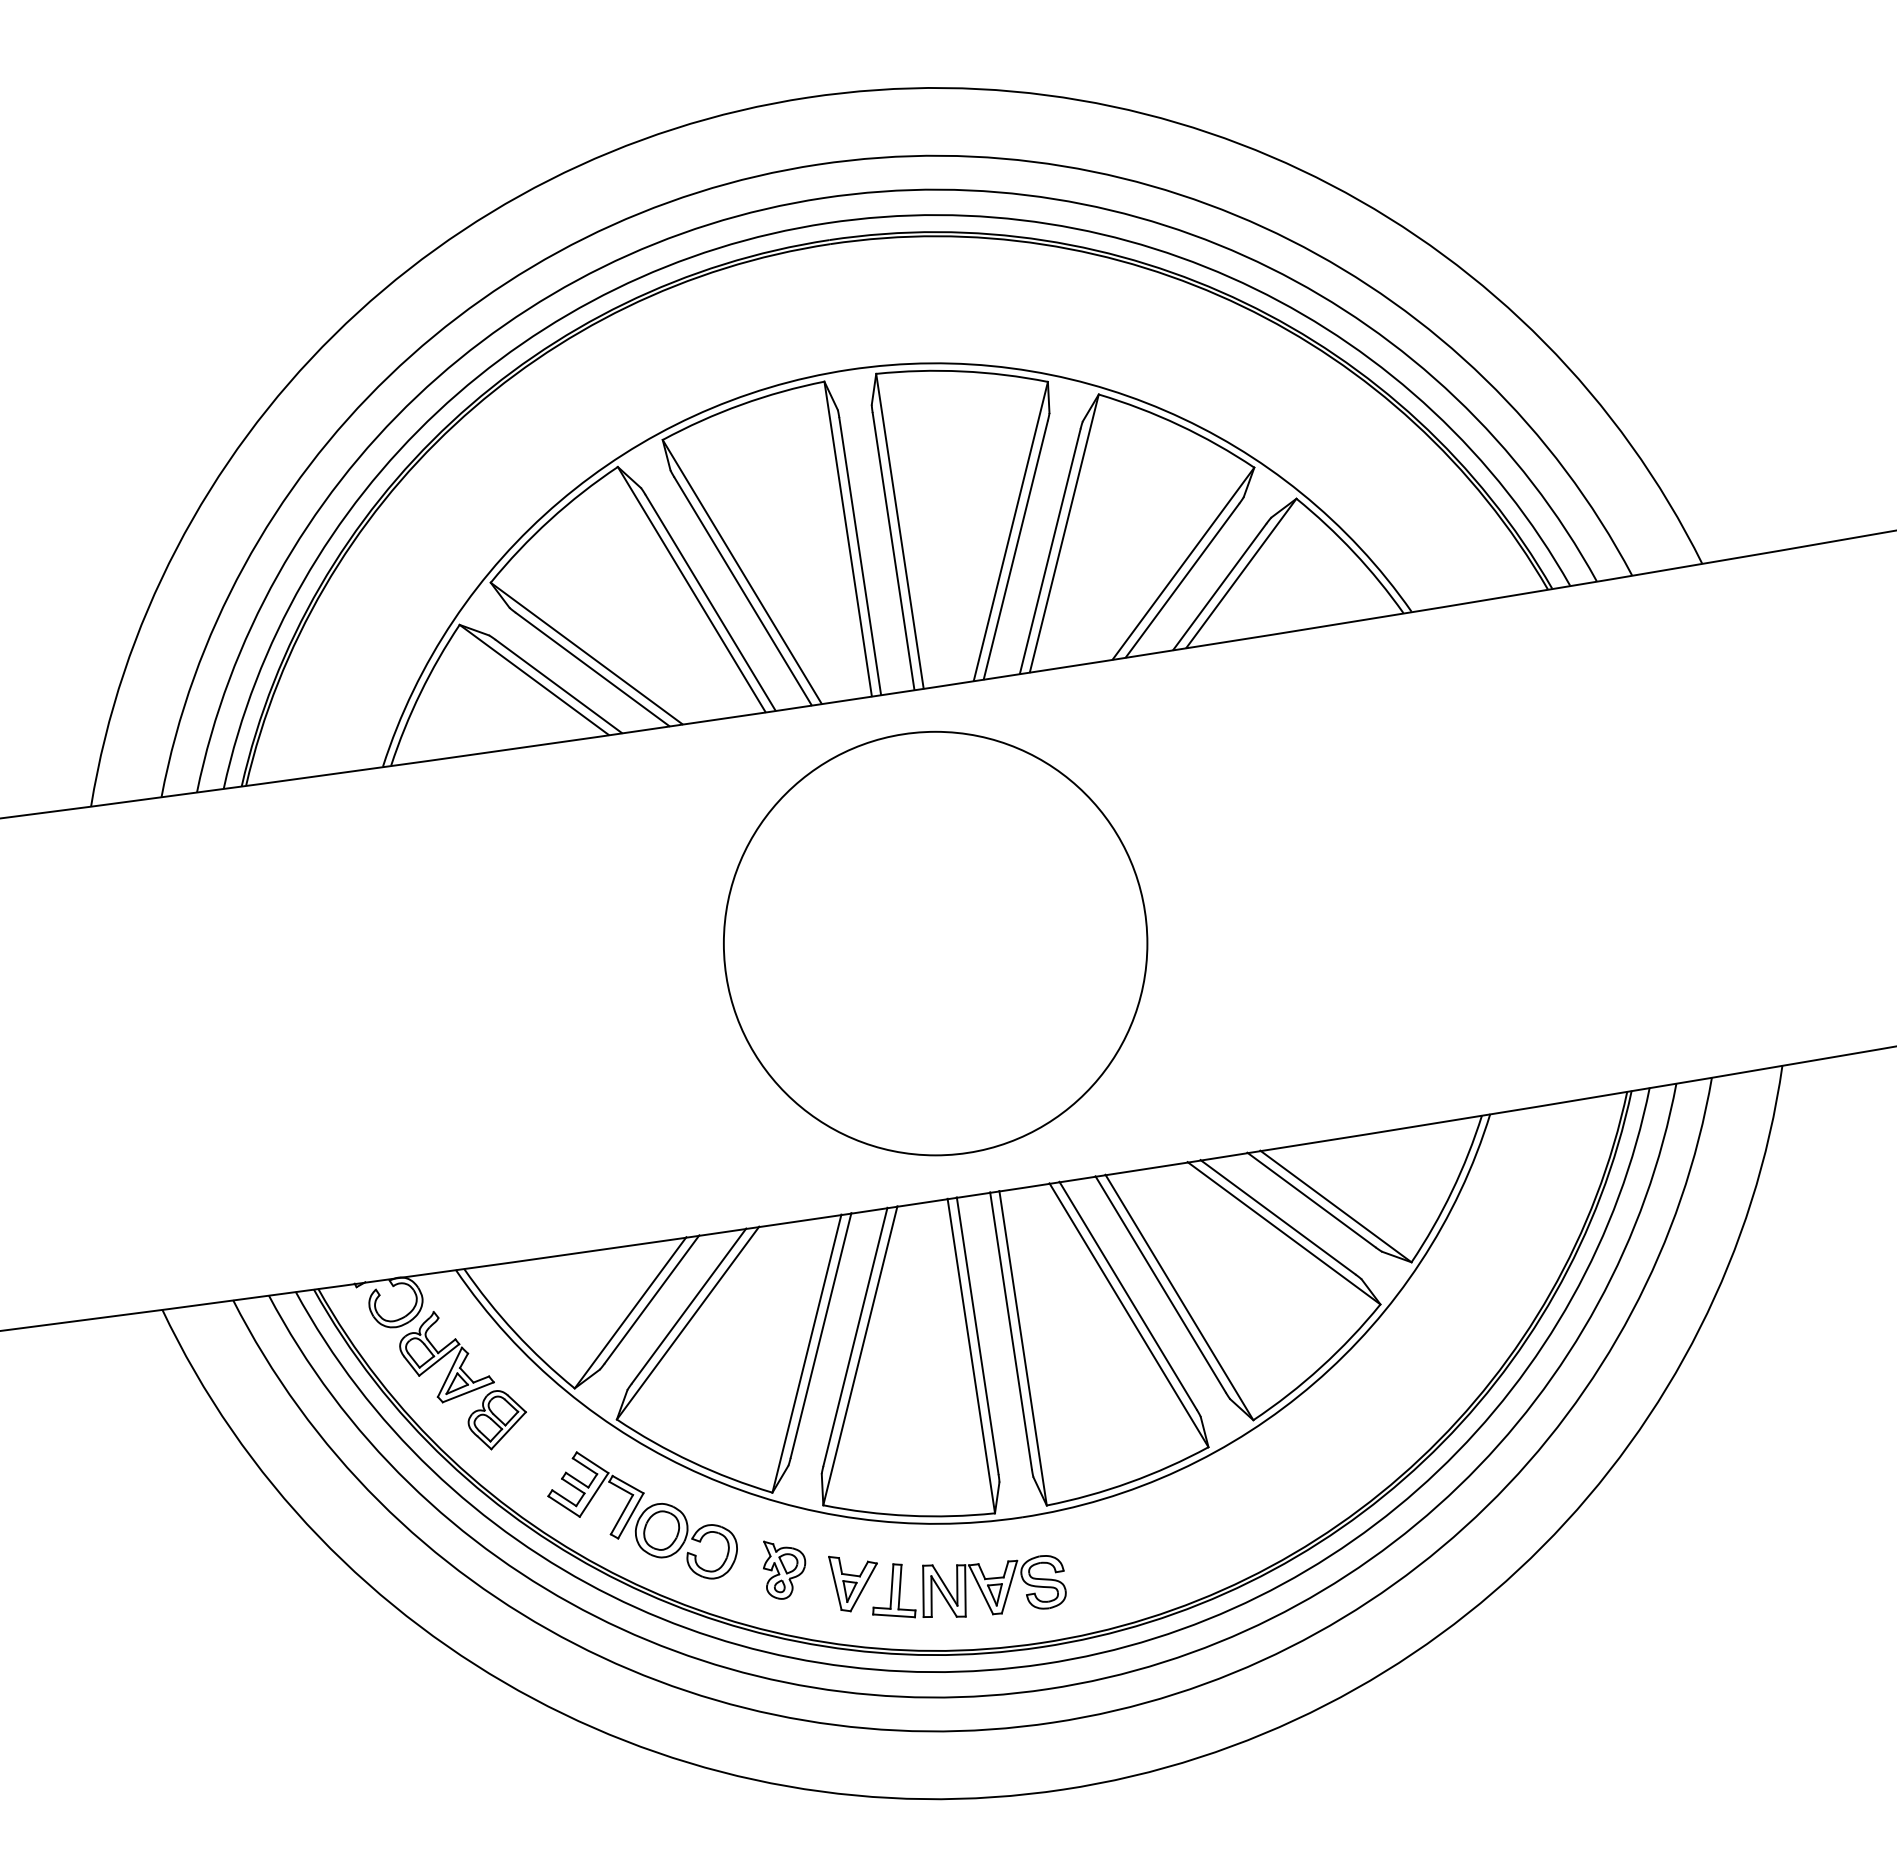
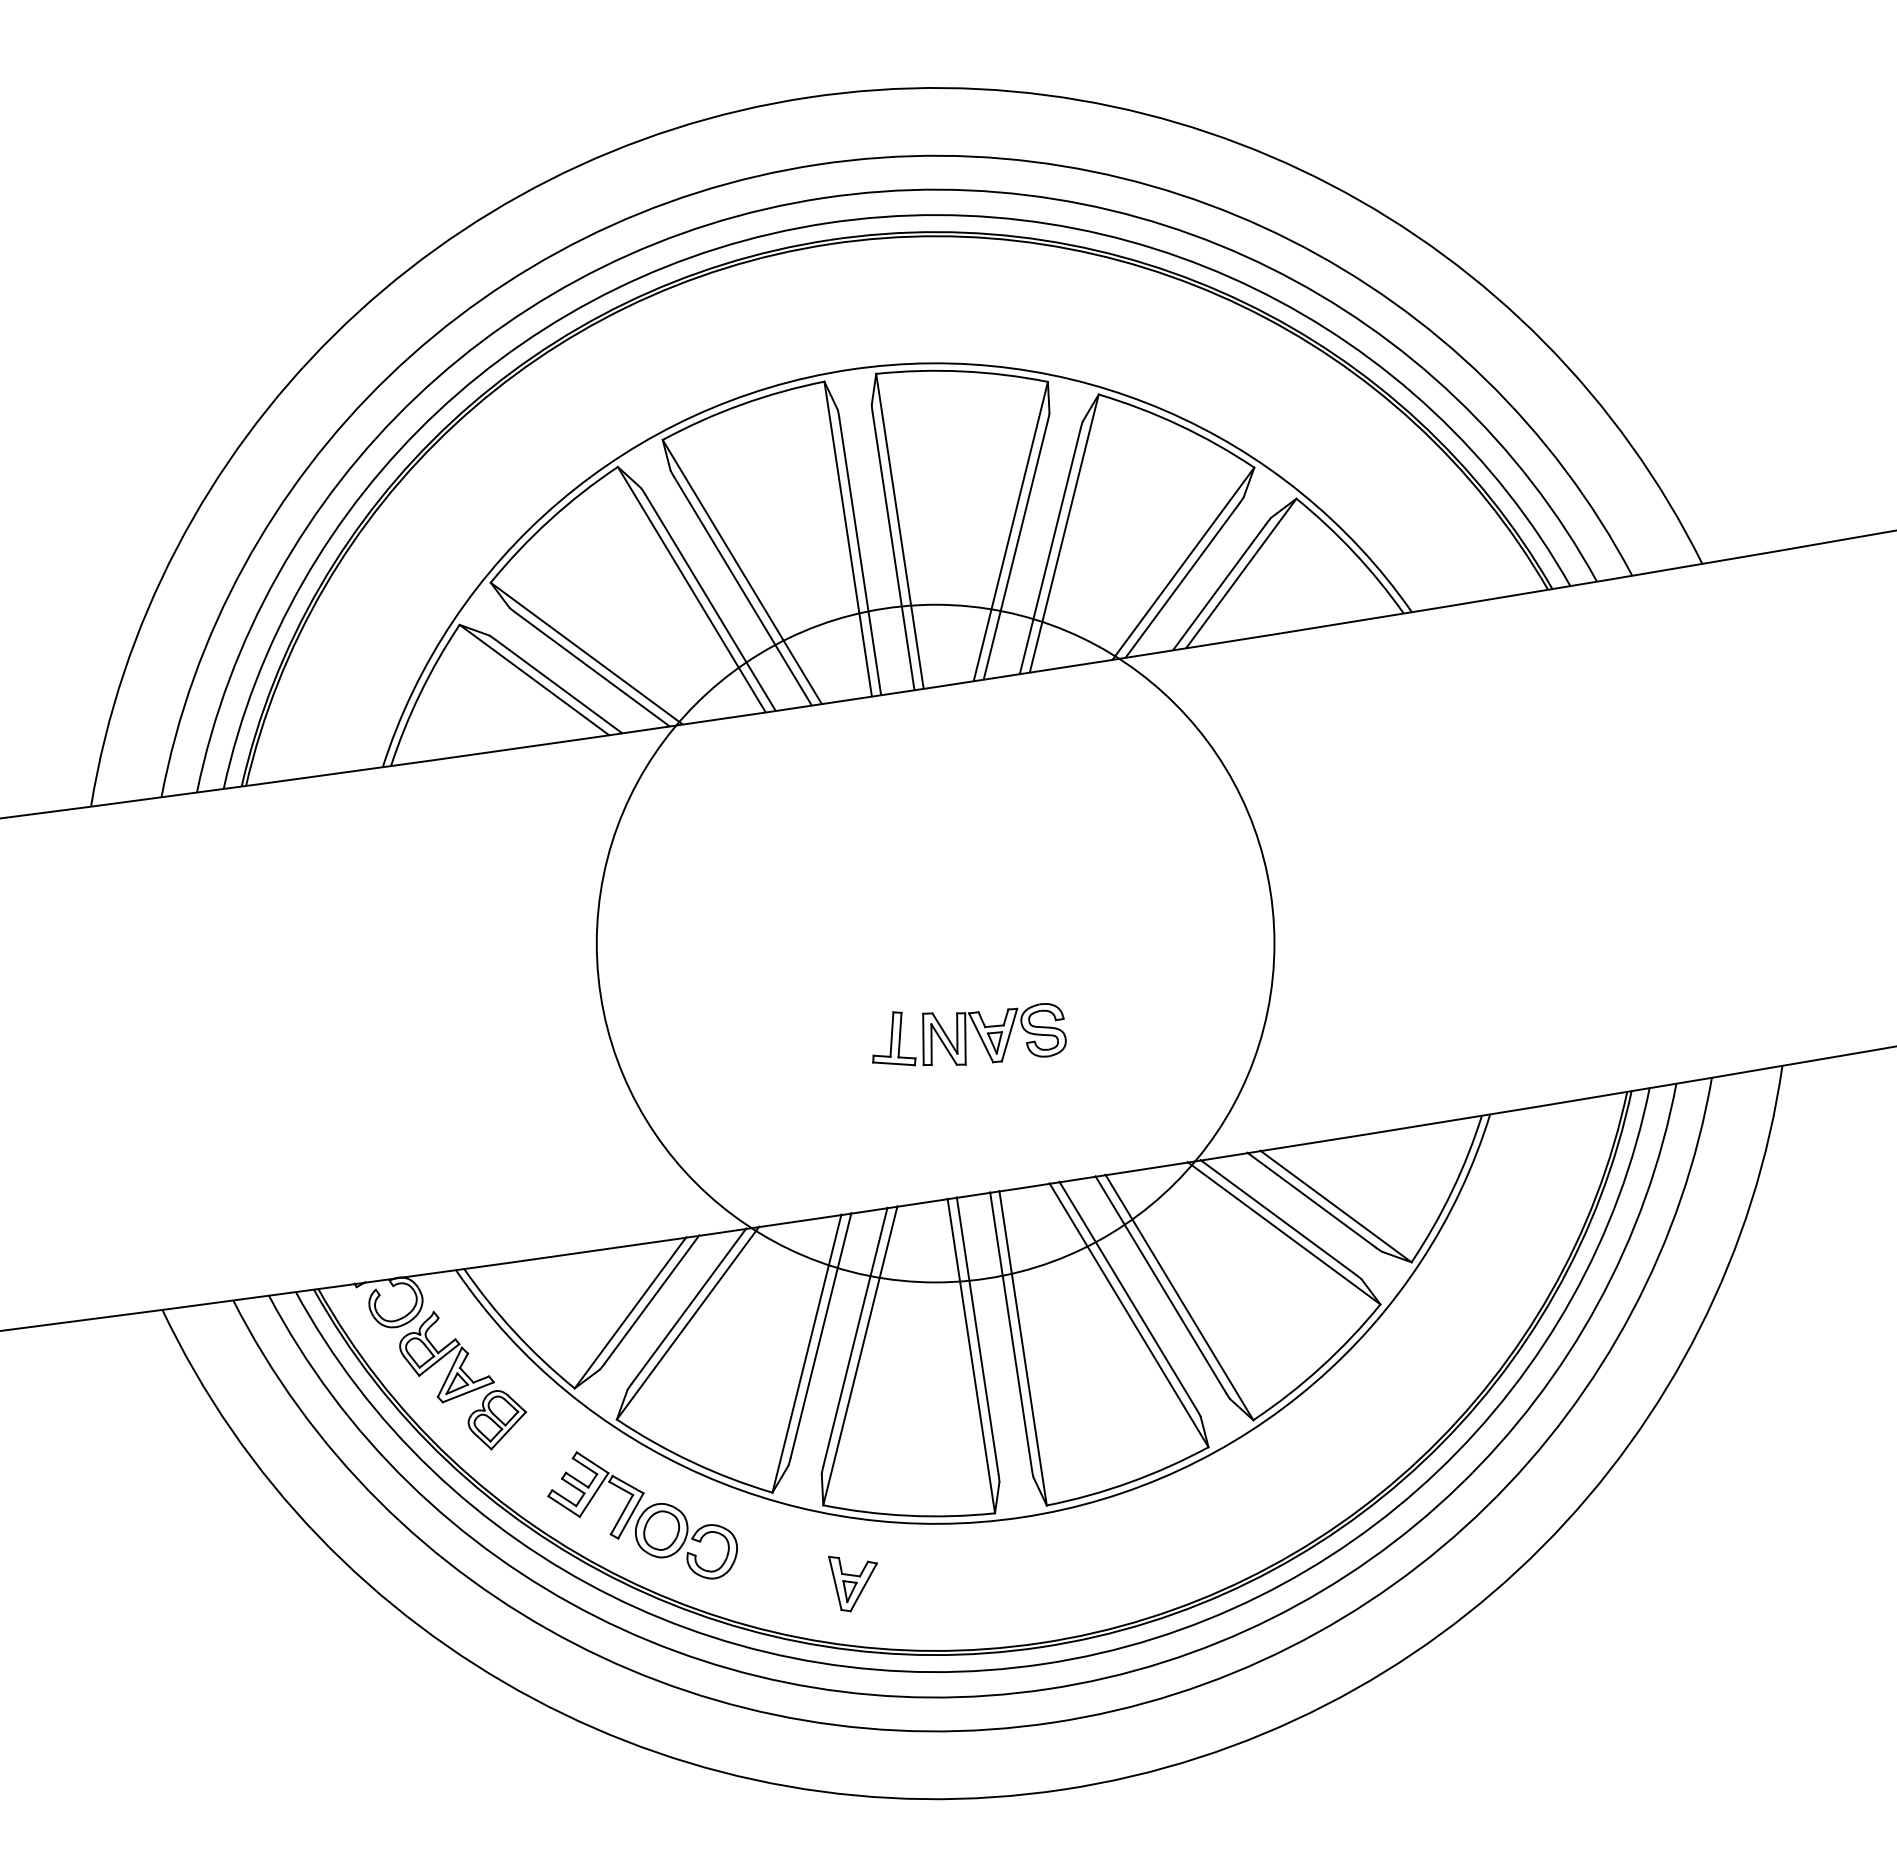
circle at (935, 943) diameter: 424 px -> 678 px
part at (784, 1569): present -> none
part at (969, 1586) position: (969, 1586) -> (969, 1034)
